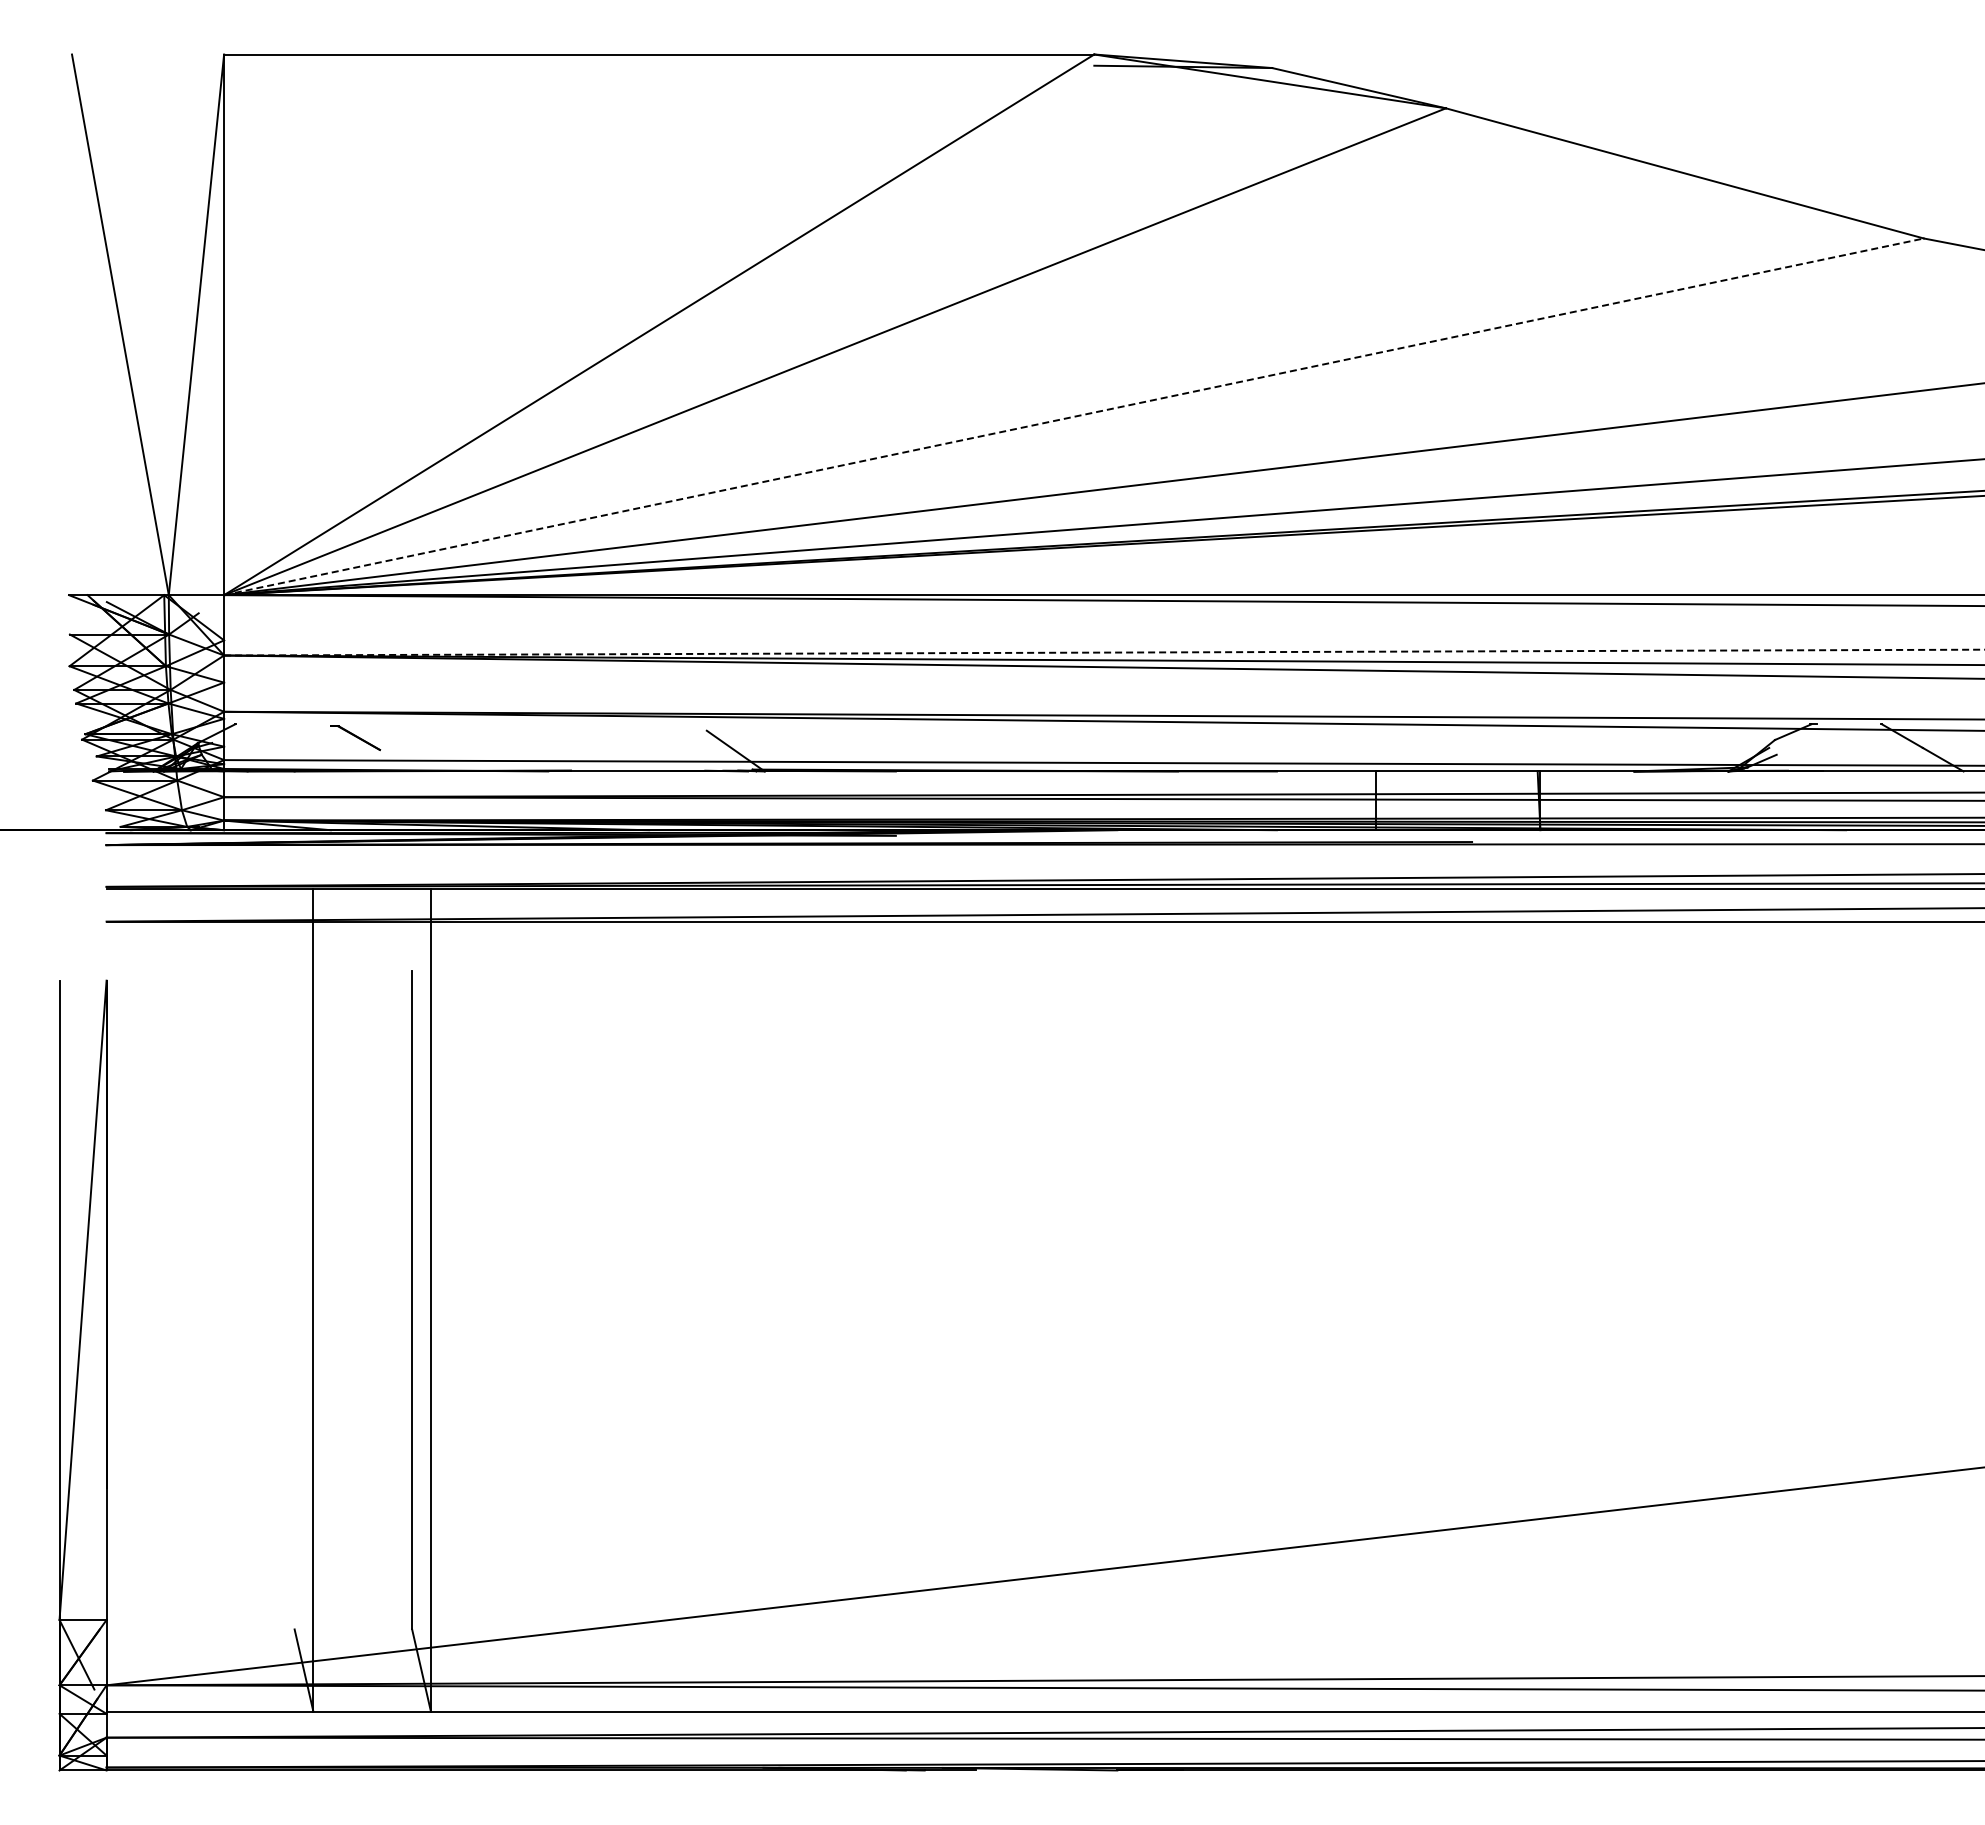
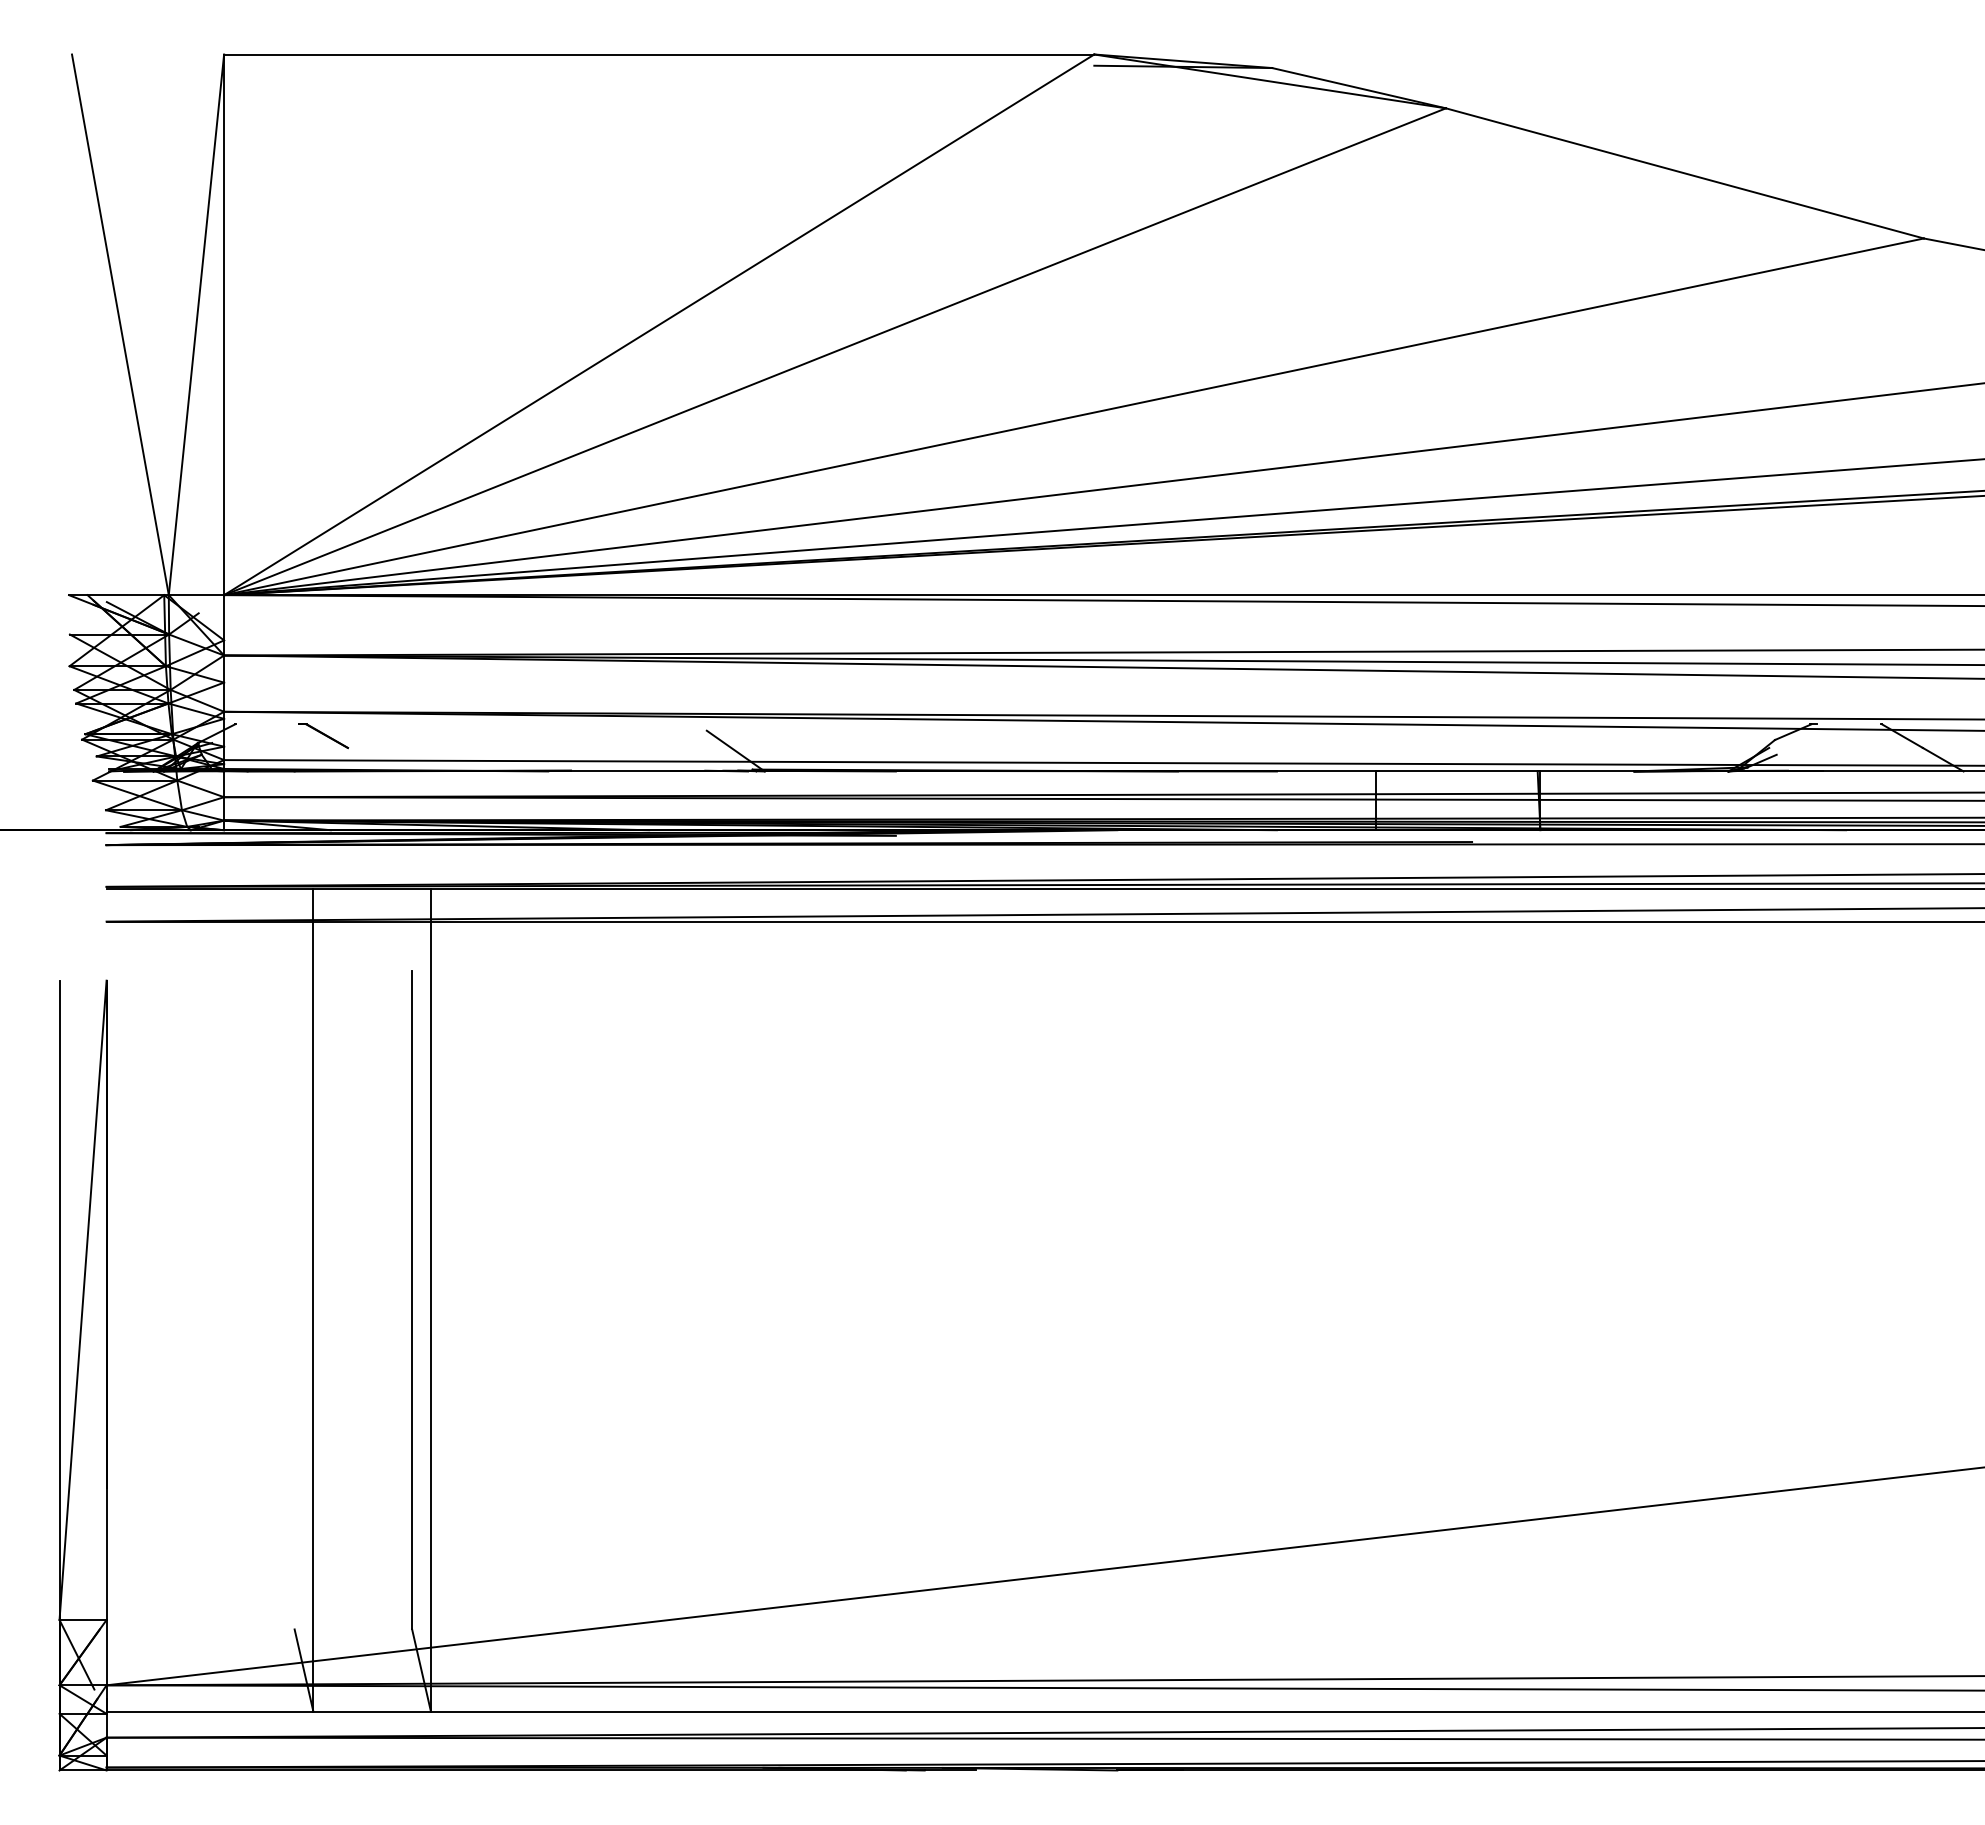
line at (1074, 416): dashed -> solid
line at (1104, 652): dashed -> solid
part at (355, 738) position: (355, 738) -> (323, 736)
